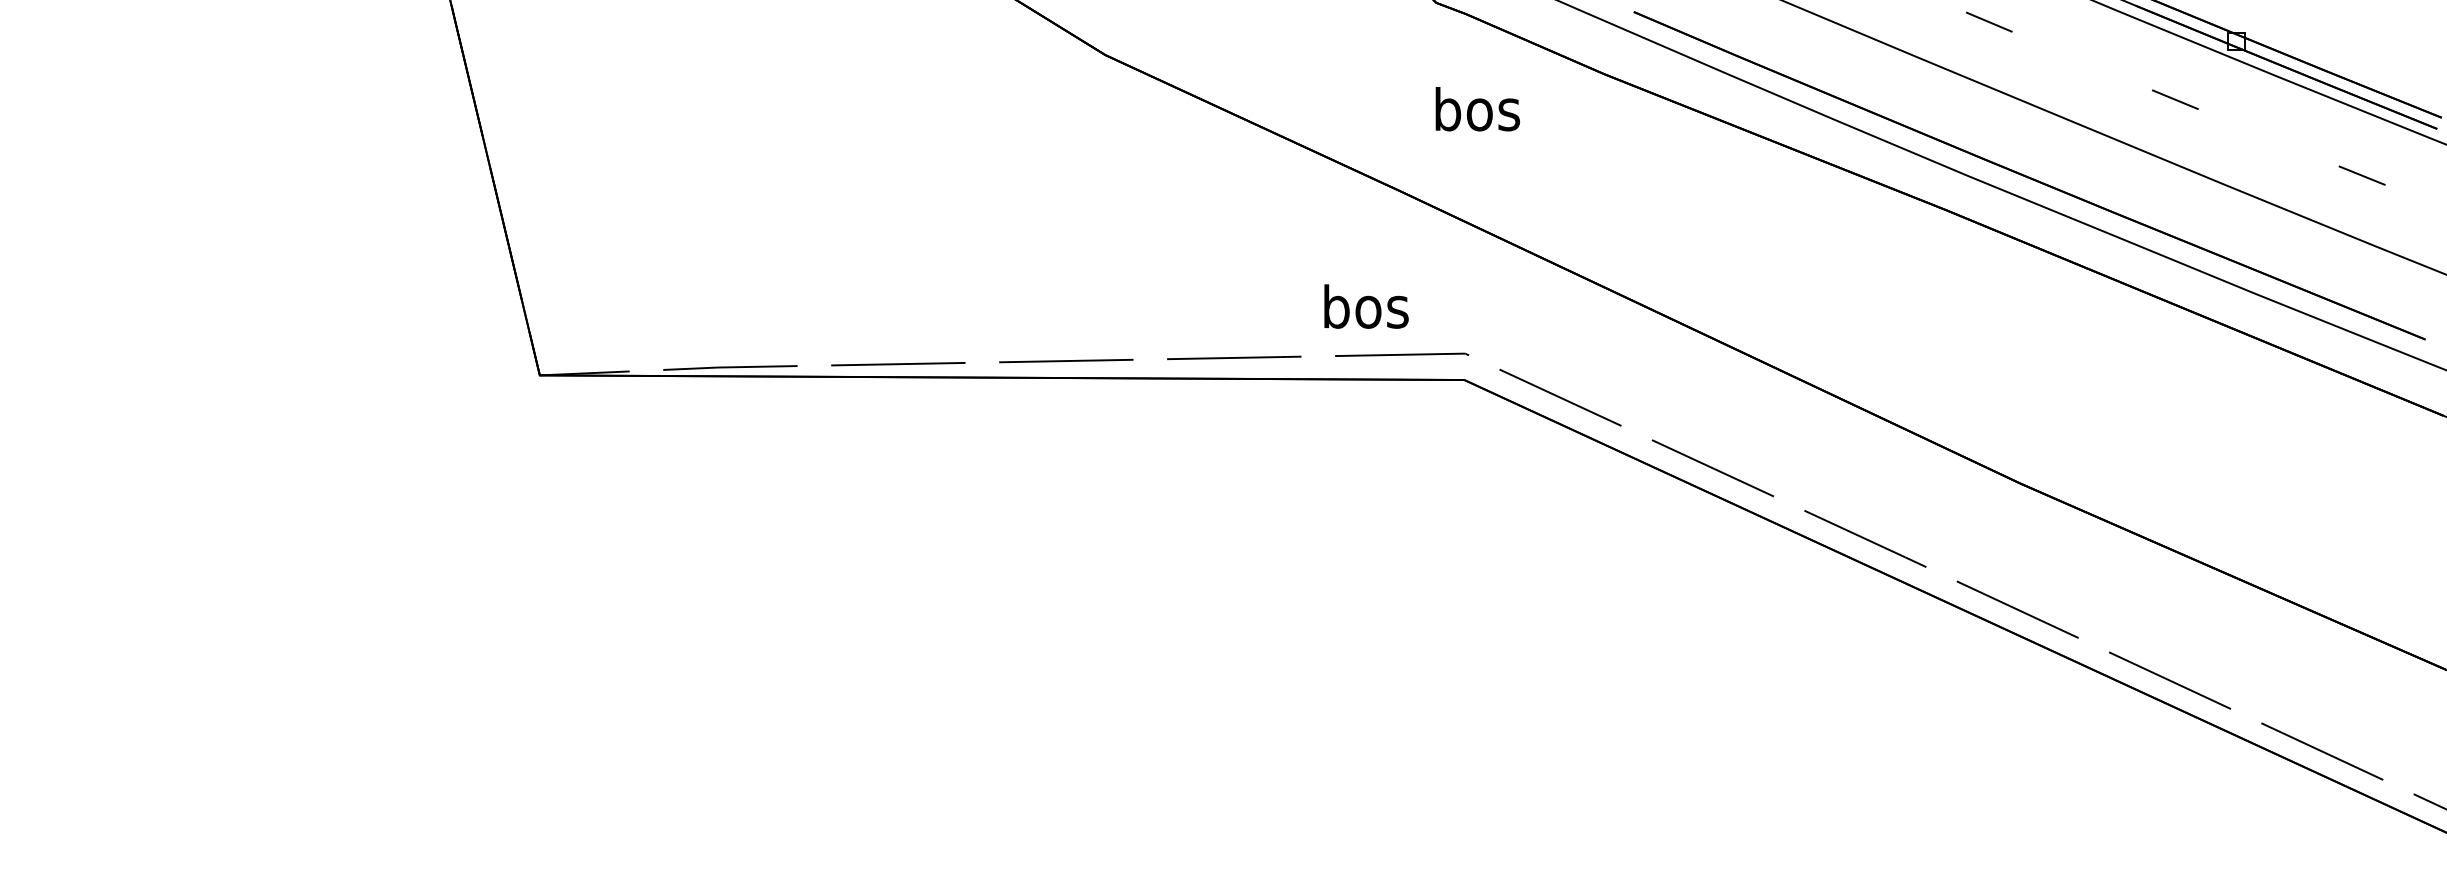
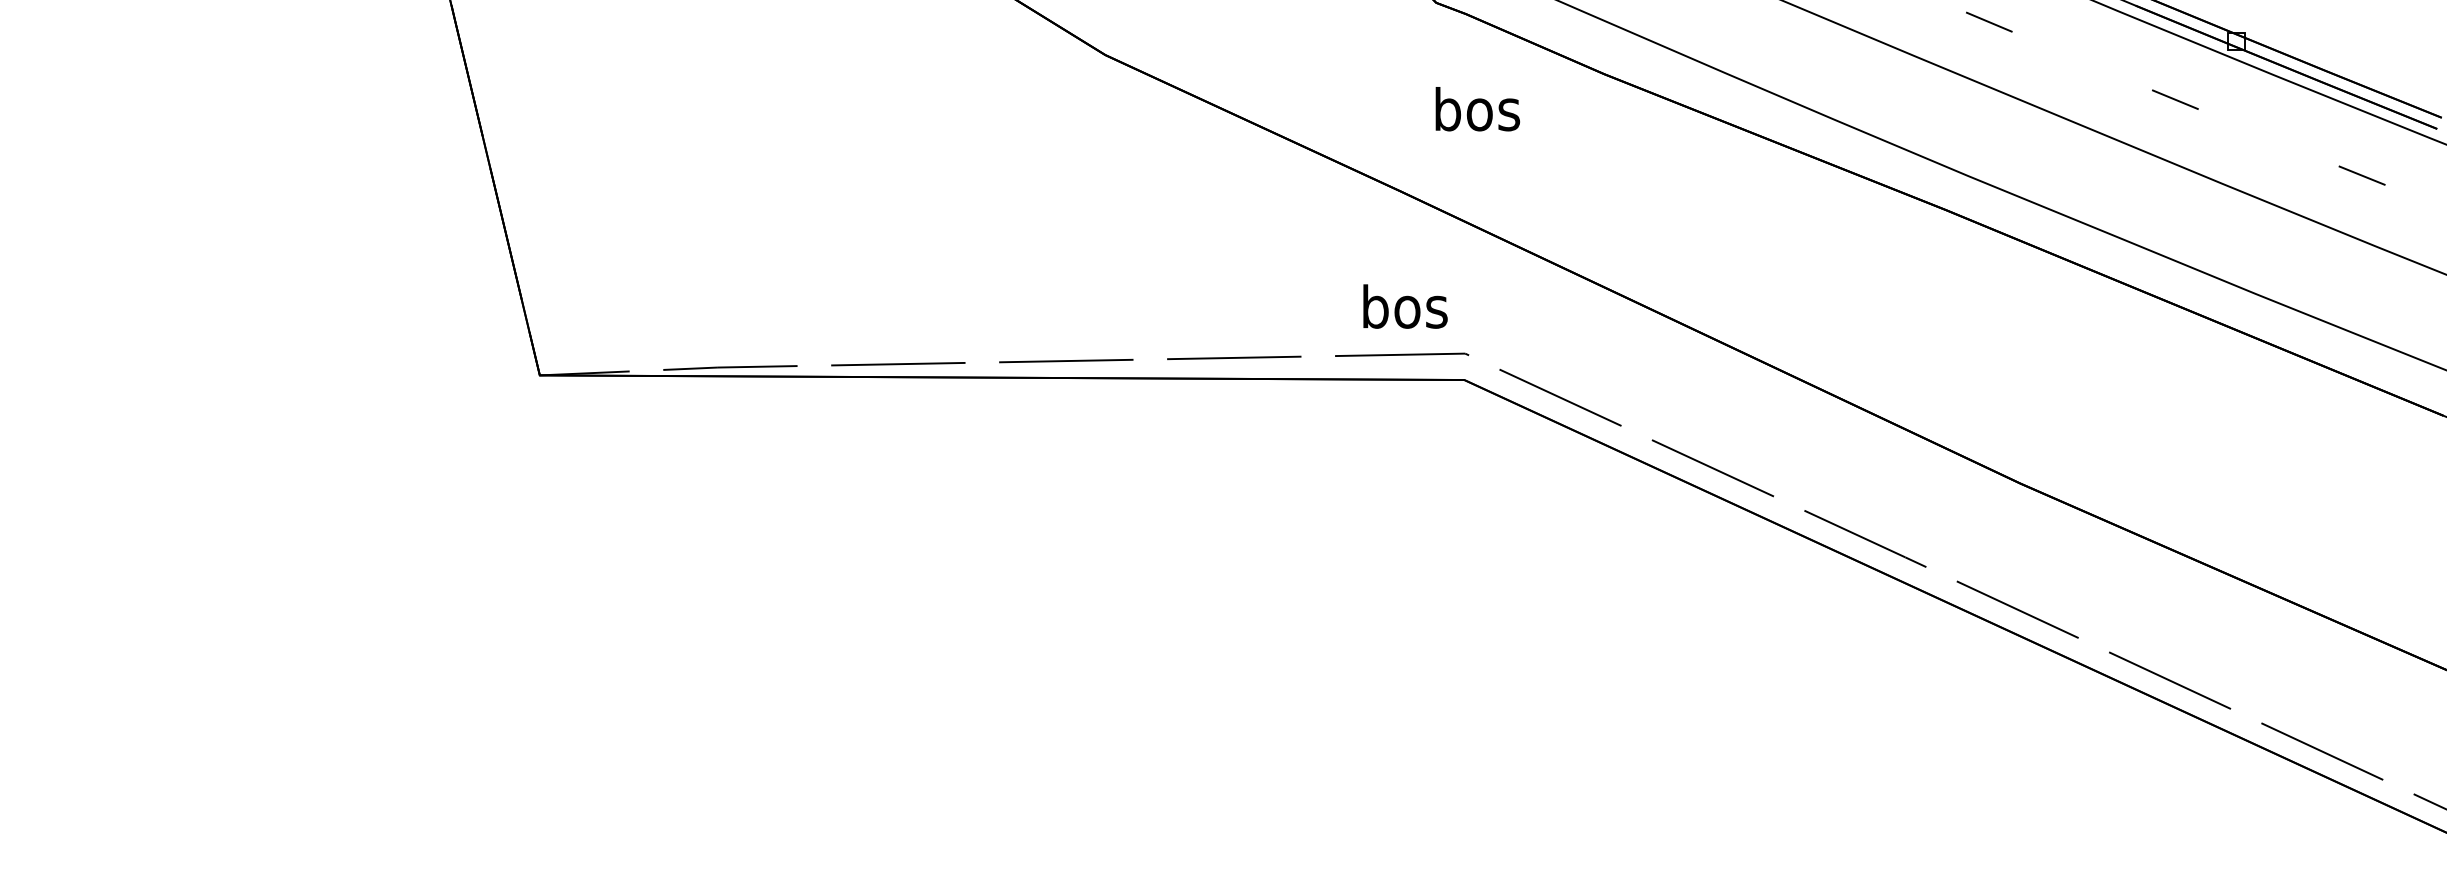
part at (2029, 175): present -> none
text at (1366, 306) position: (1366, 306) -> (1405, 306)
